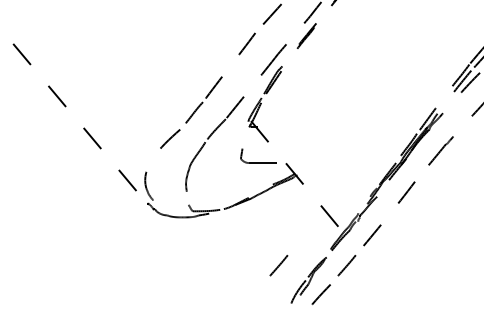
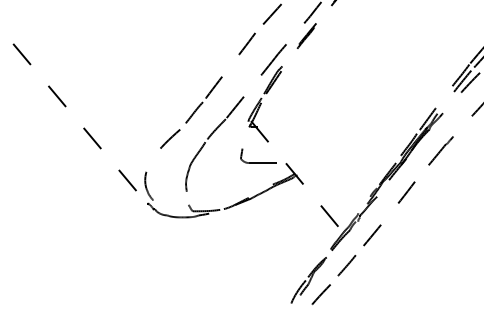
line at (278, 265): present -> none
